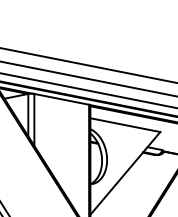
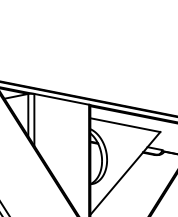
line at (88, 65): present -> none
line at (88, 79): present -> none
line at (88, 90): present -> none
